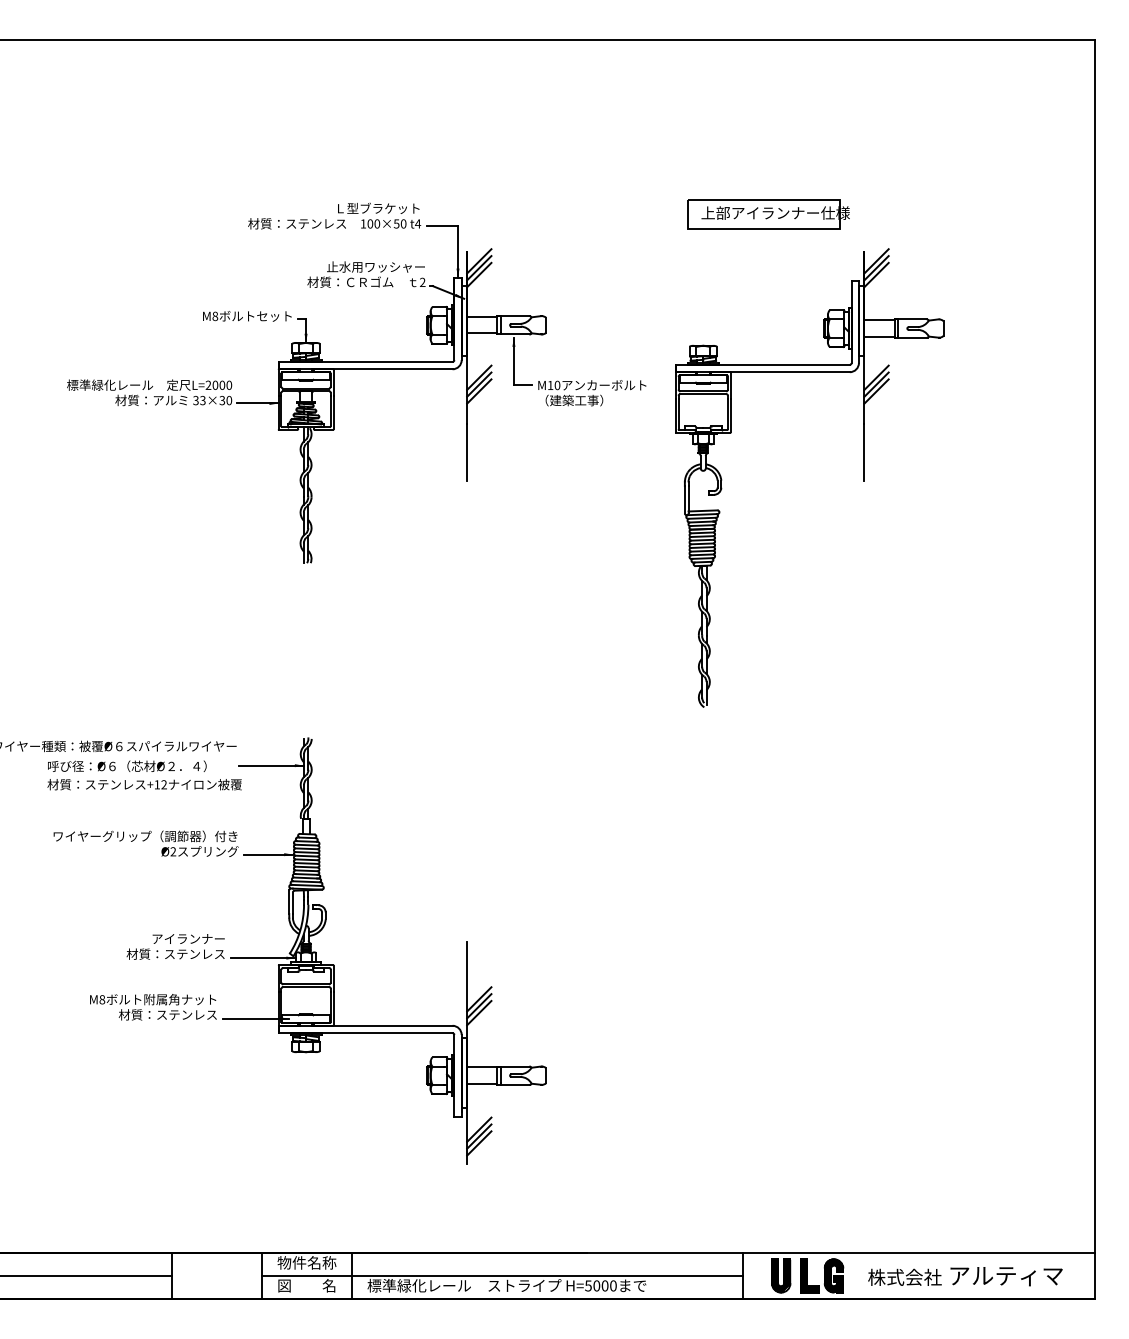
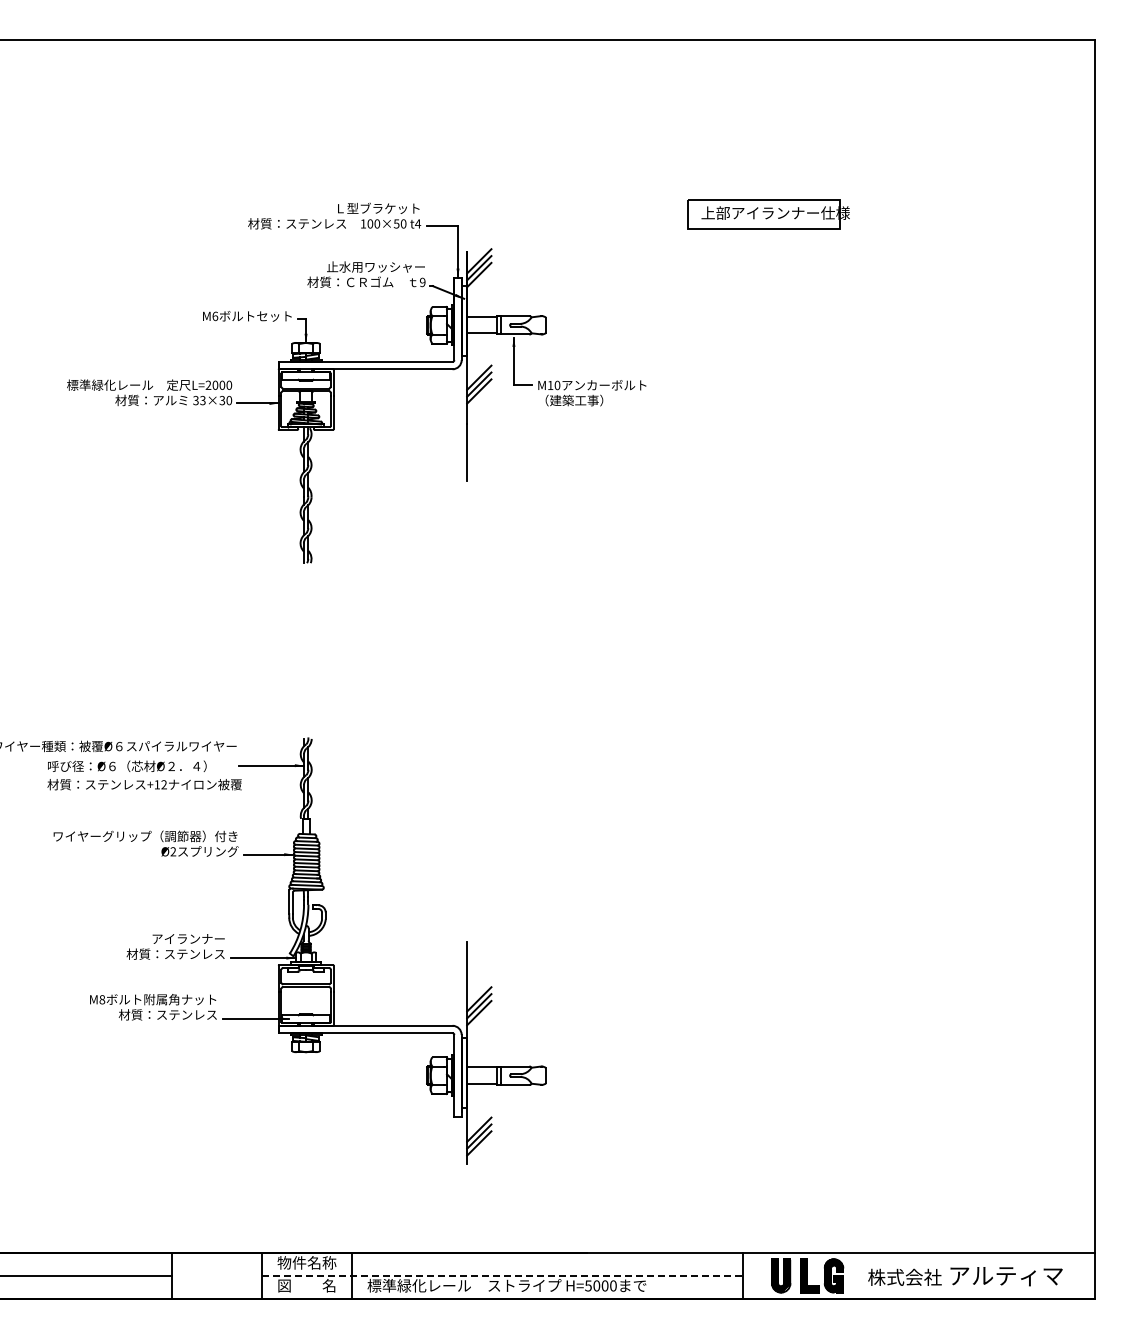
text at (422, 282): 2 -> 9
text at (215, 315): M8 -> M6
part at (863, 477): present -> none
line at (502, 1275): solid -> dashed
